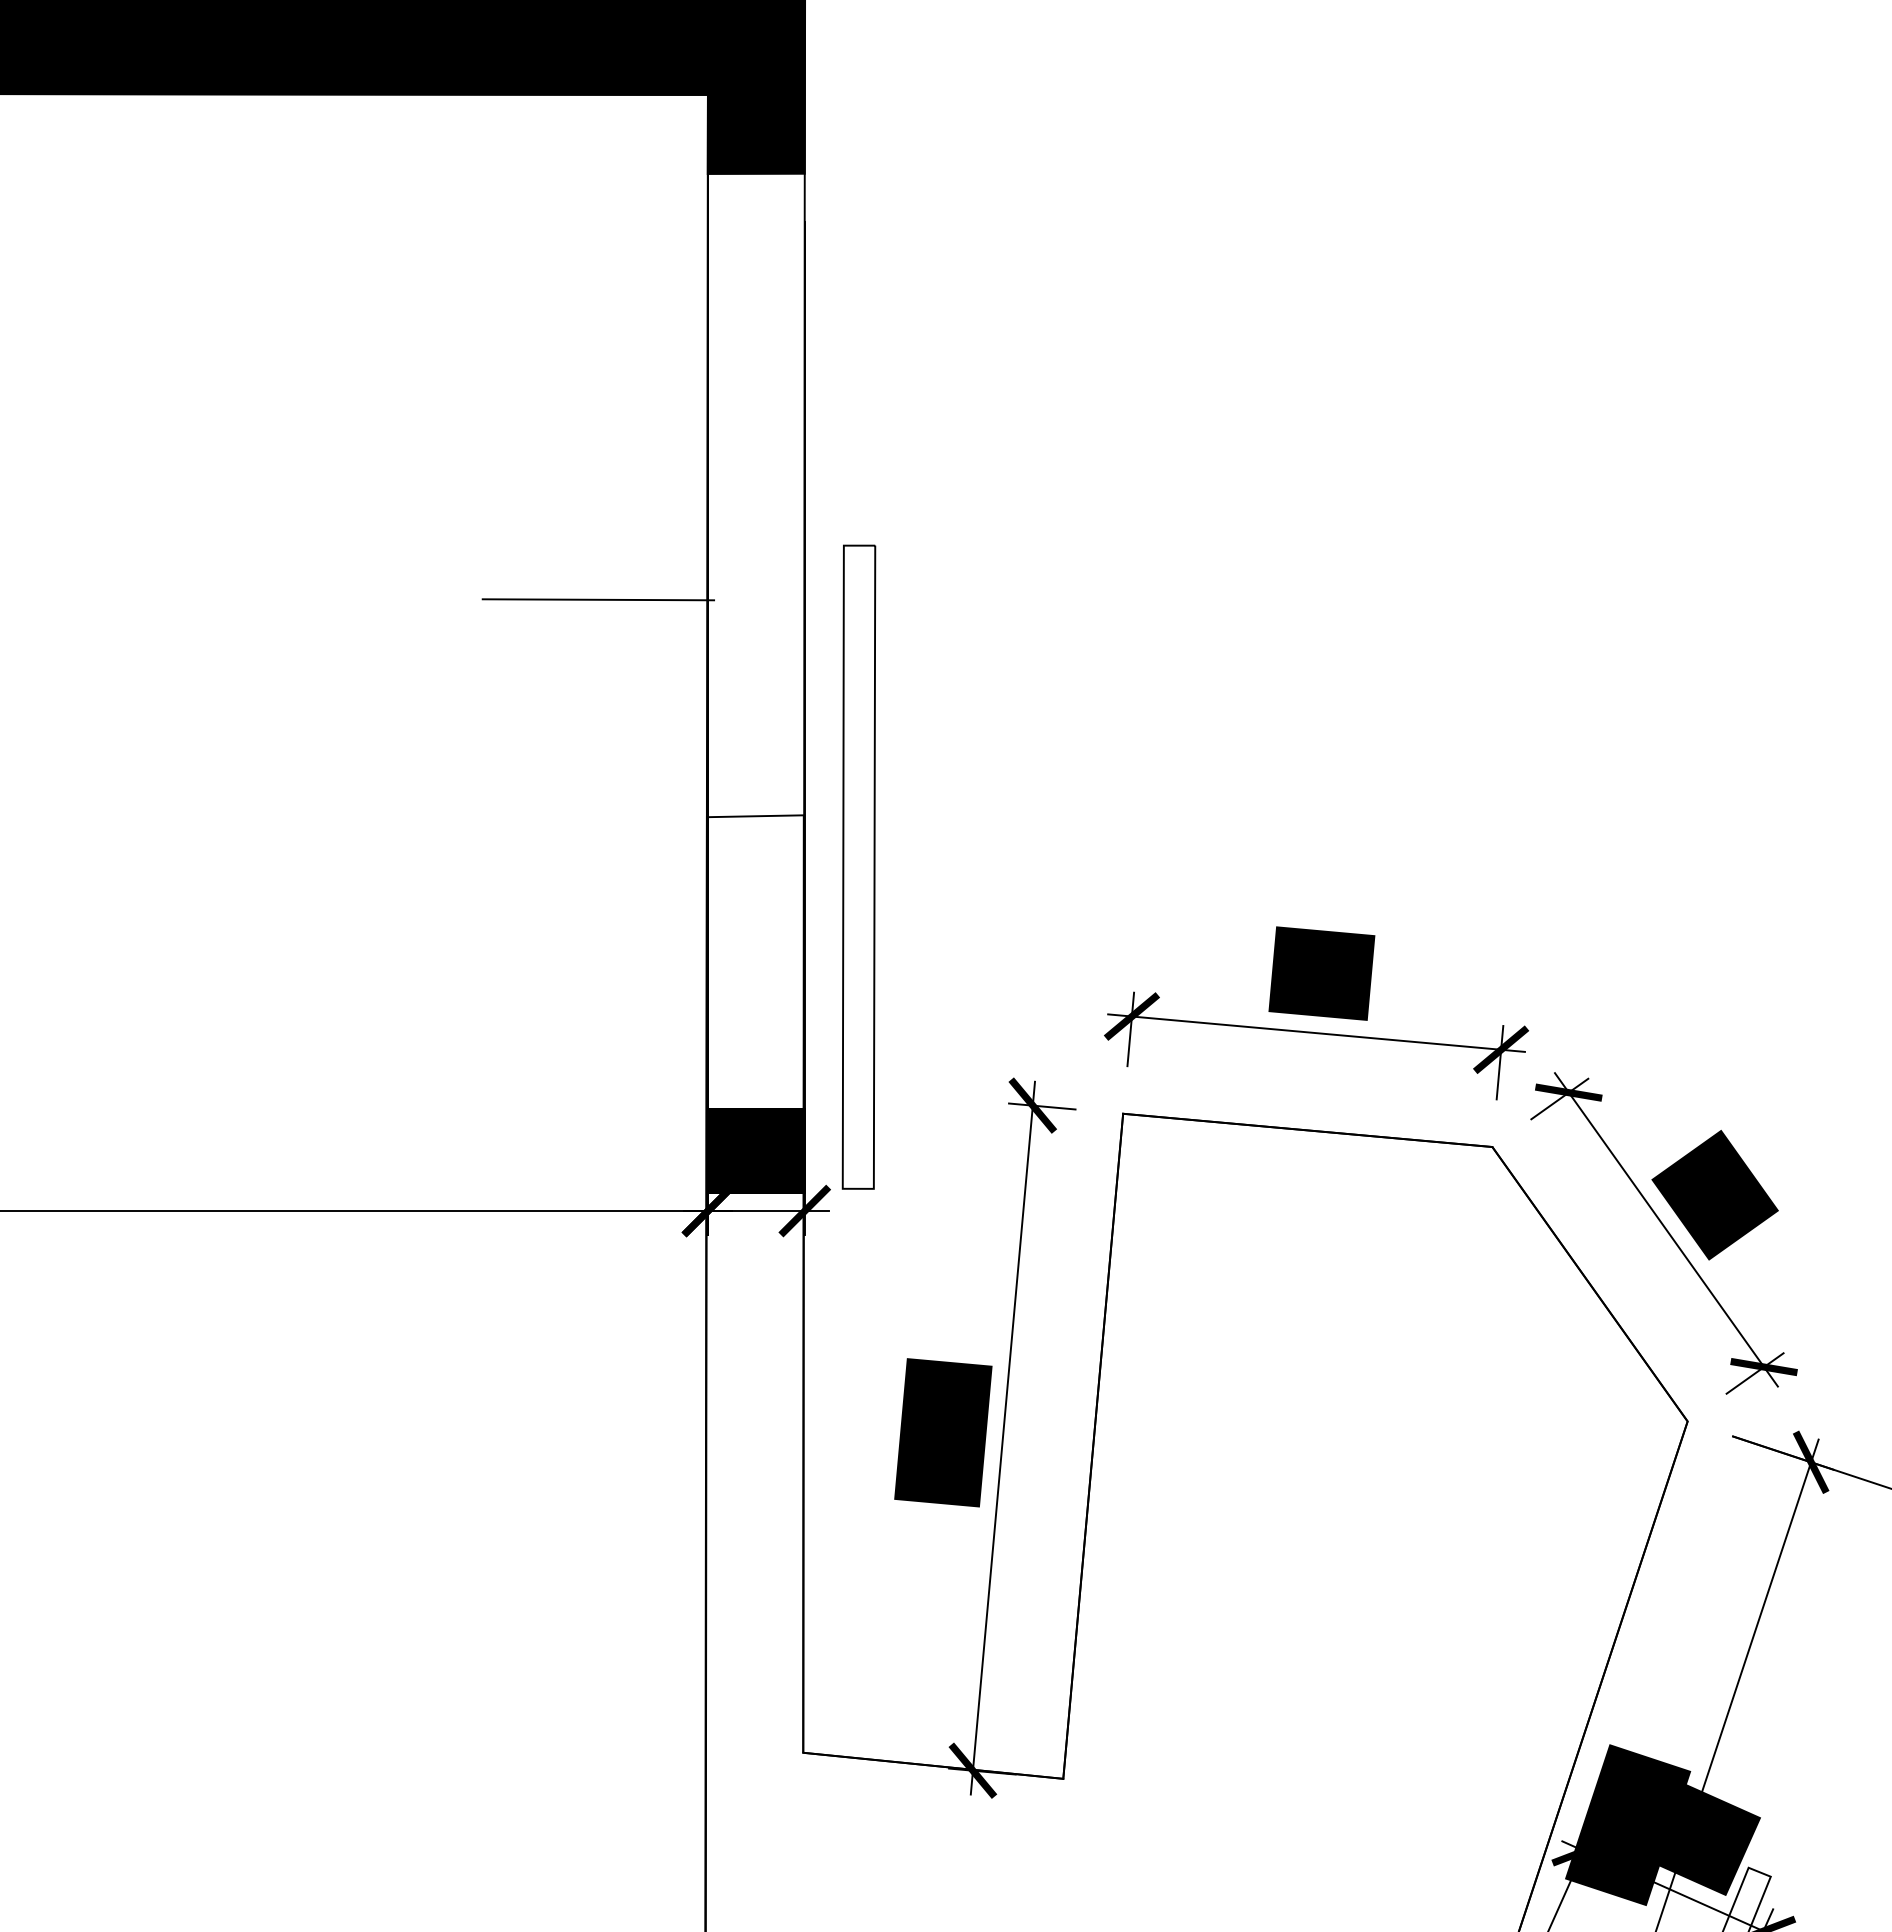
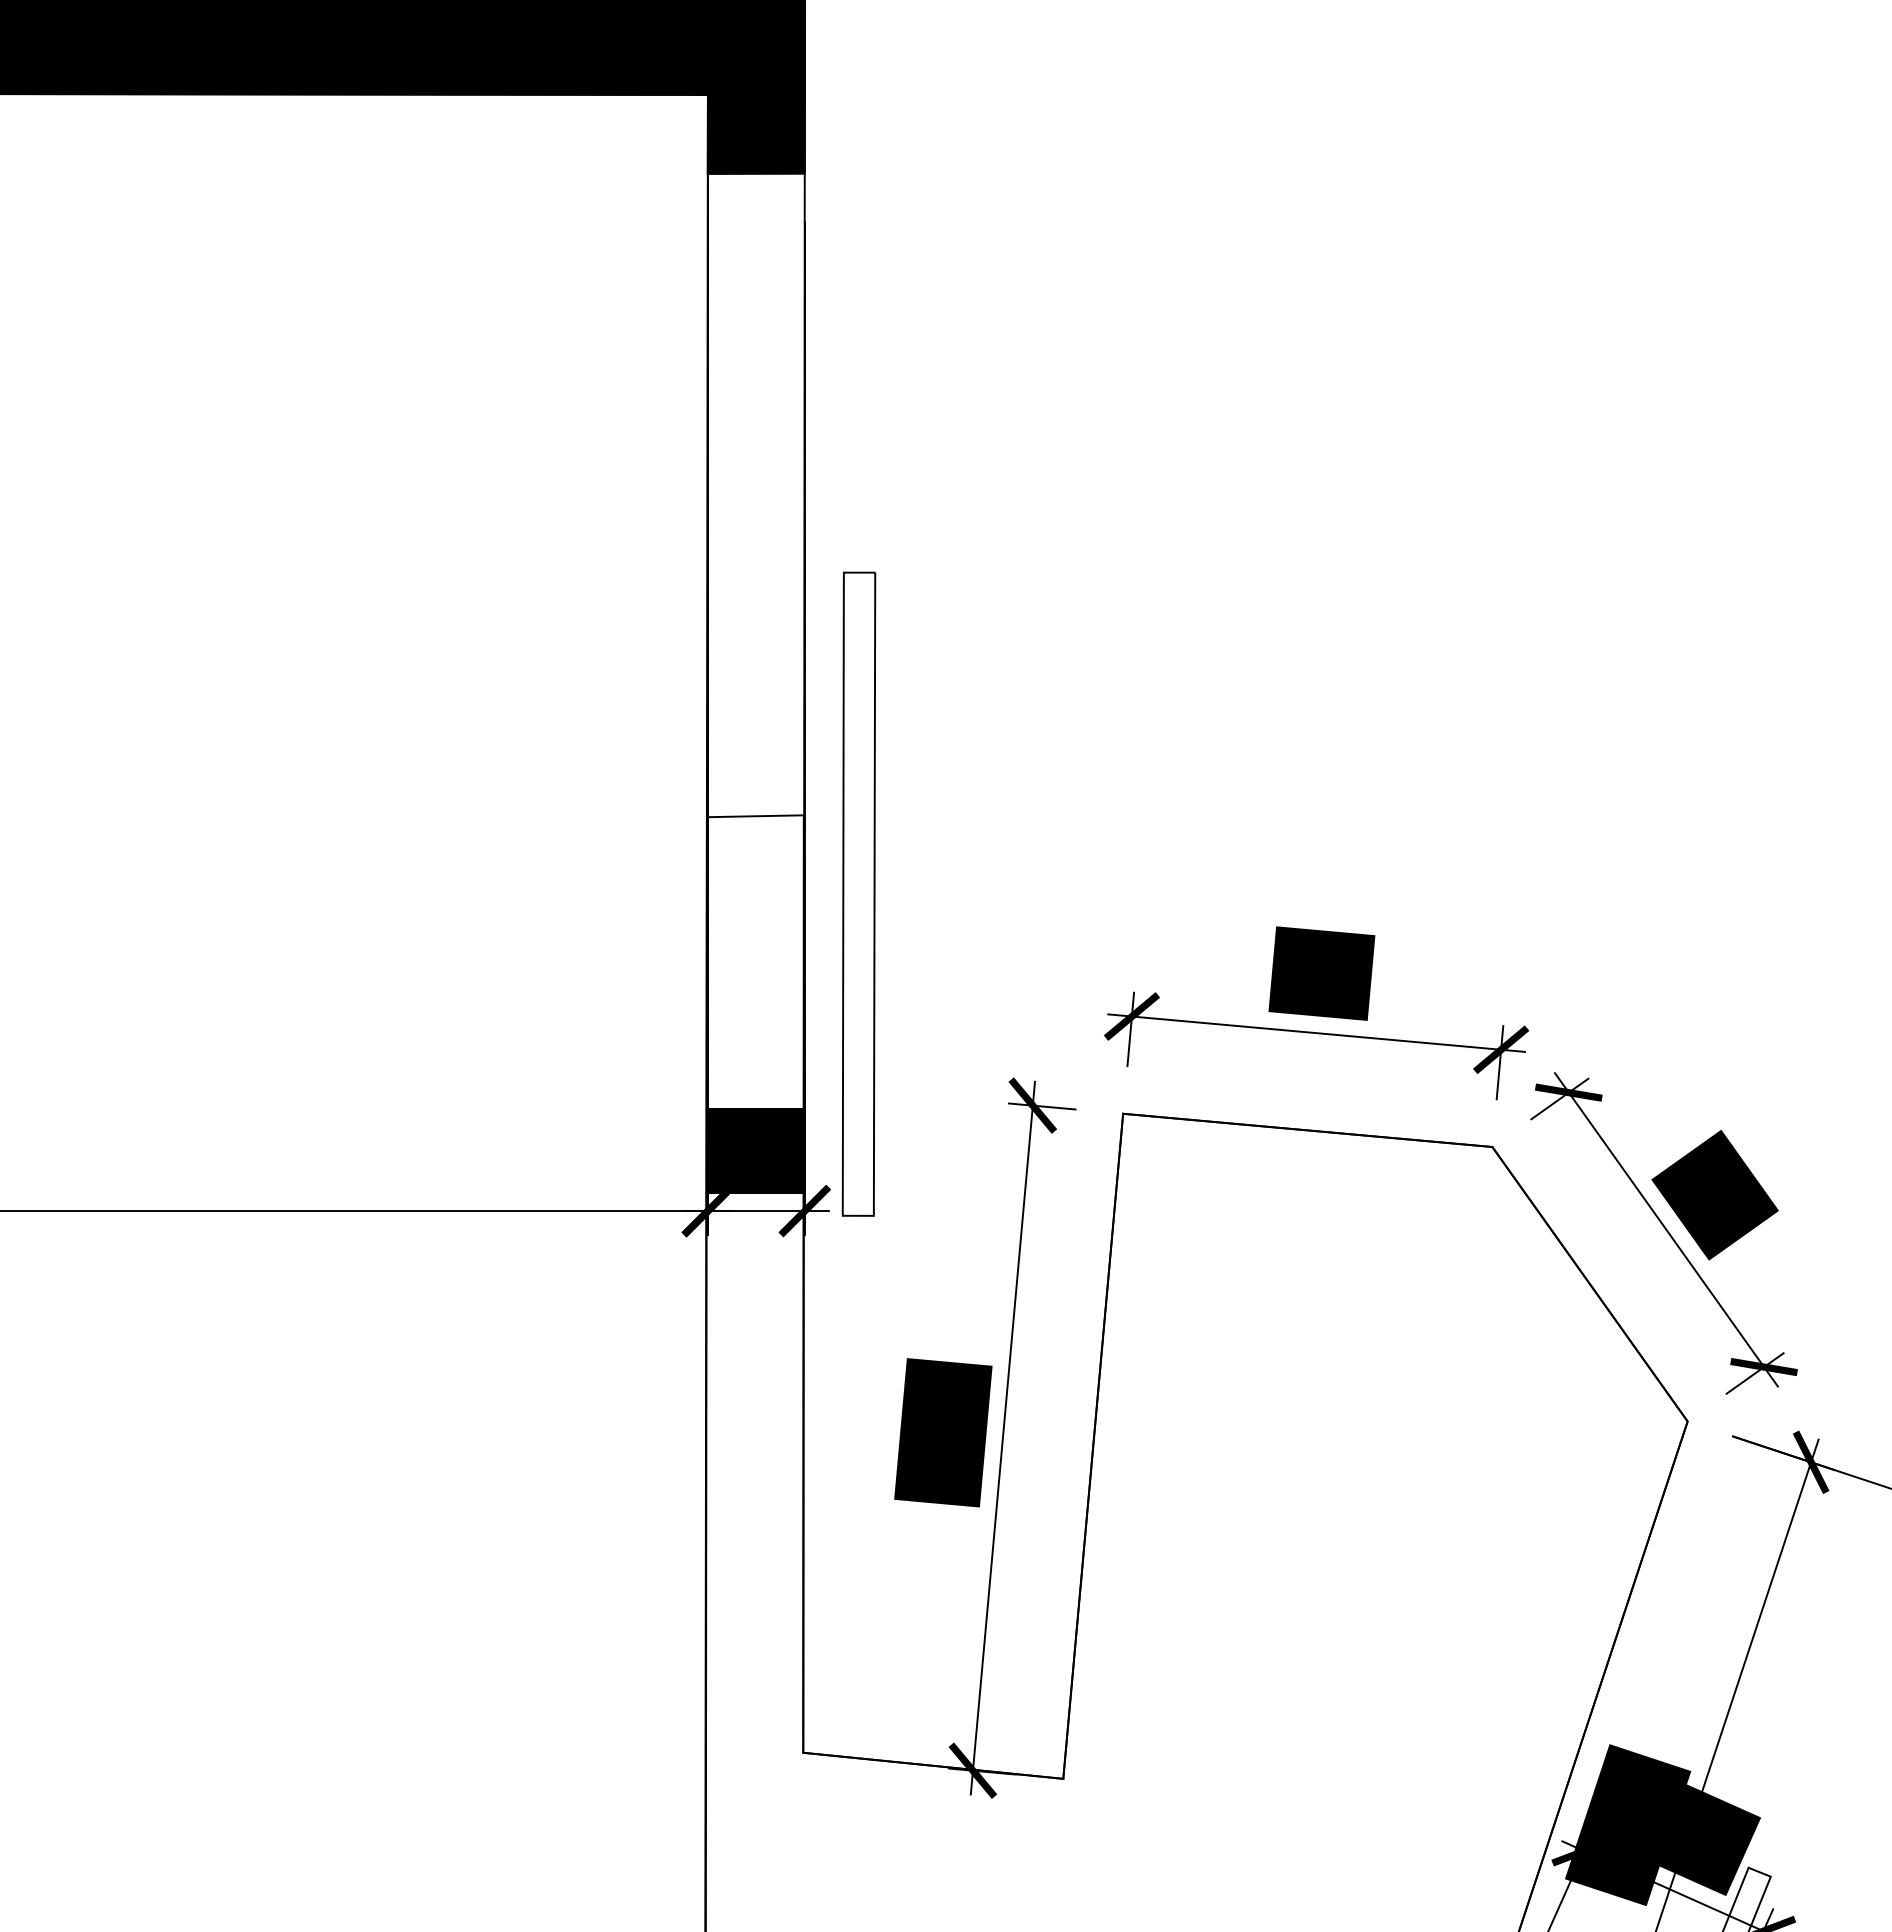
line at (598, 599): present -> none
part at (858, 866) position: (858, 866) -> (858, 893)
